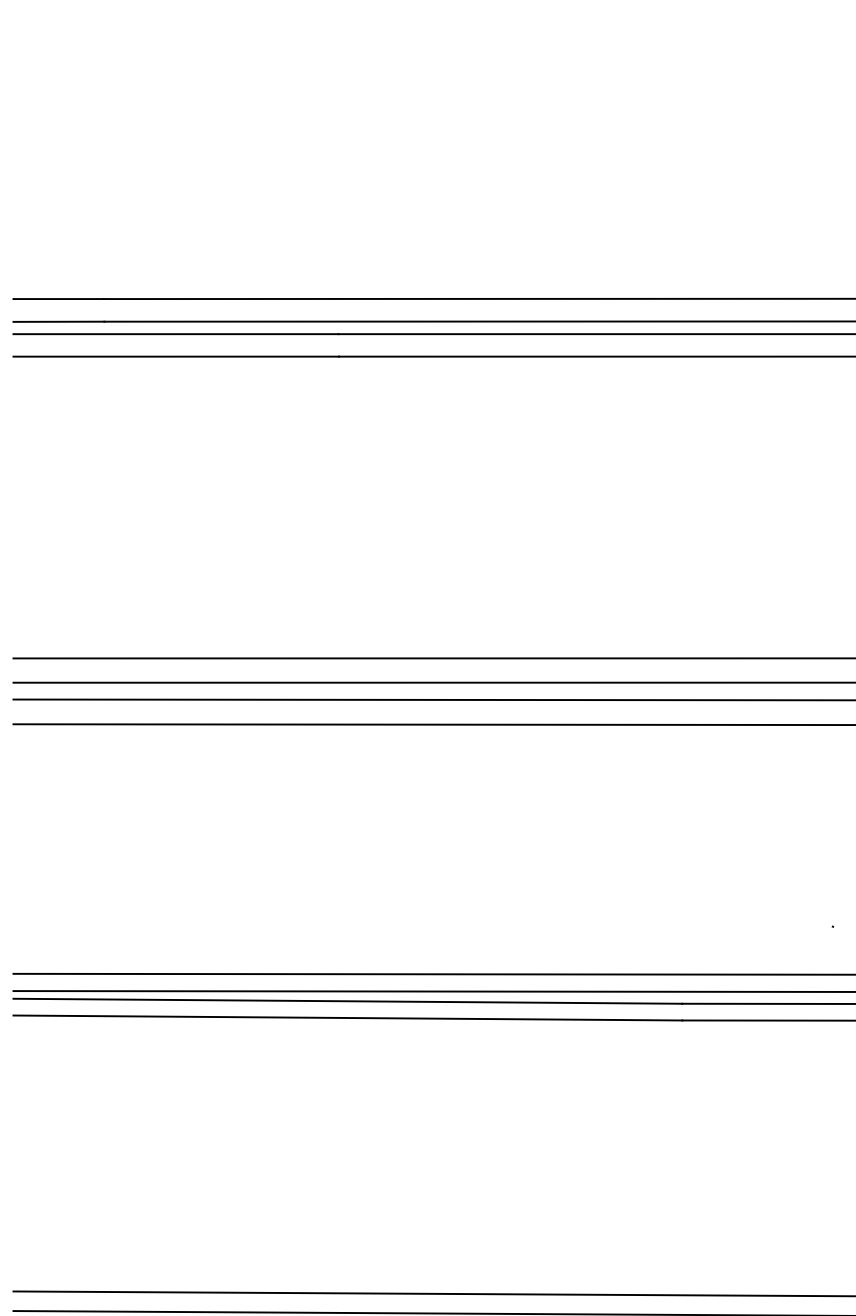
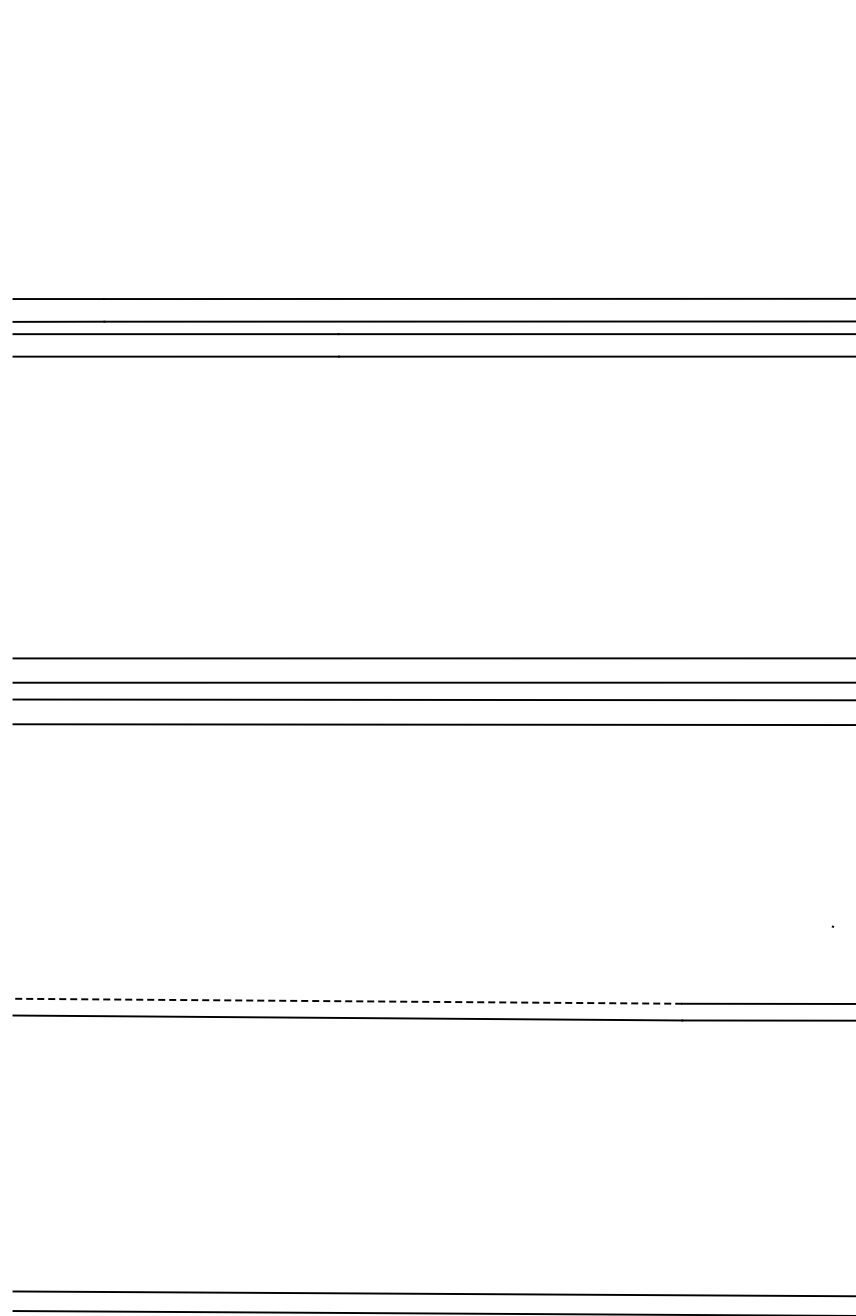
line at (432, 973): present -> none
line at (432, 991): present -> none
line at (347, 1001): solid -> dashed
